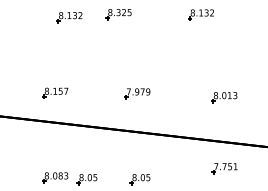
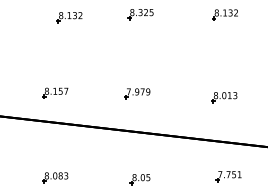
part at (118, 14) position: (118, 14) -> (140, 14)
part at (200, 14) position: (200, 14) -> (224, 14)
part at (224, 168) position: (224, 168) -> (228, 176)
part at (86, 179): present -> none
